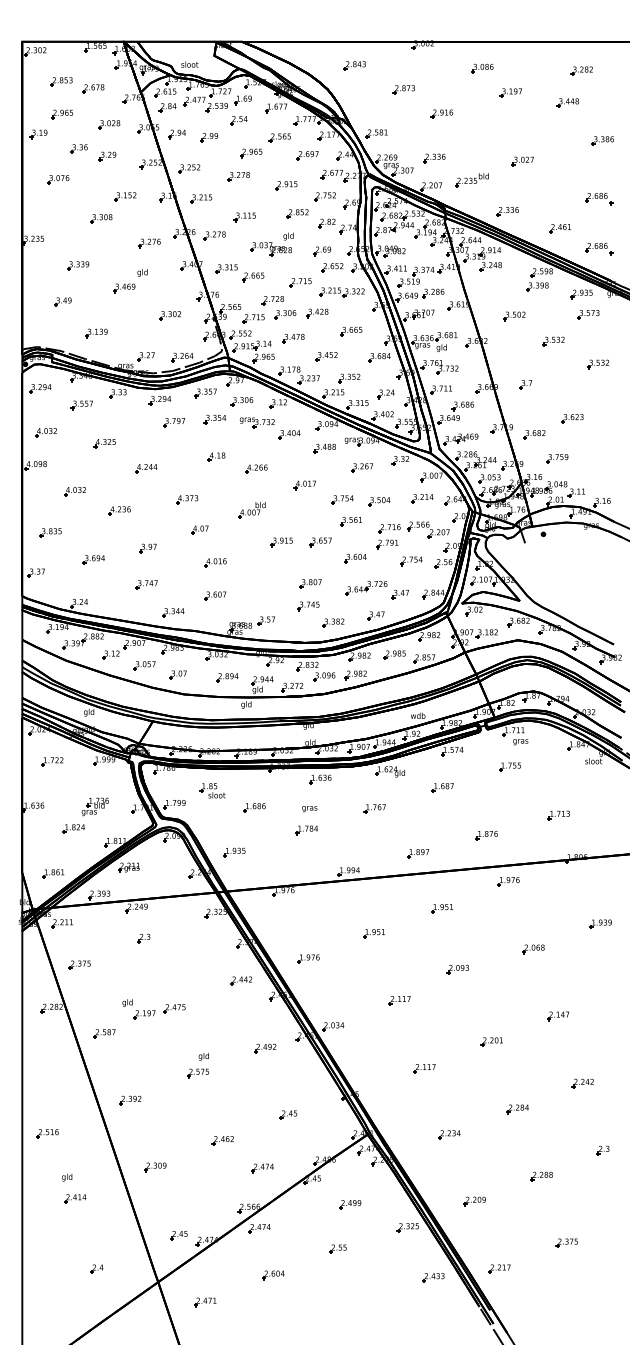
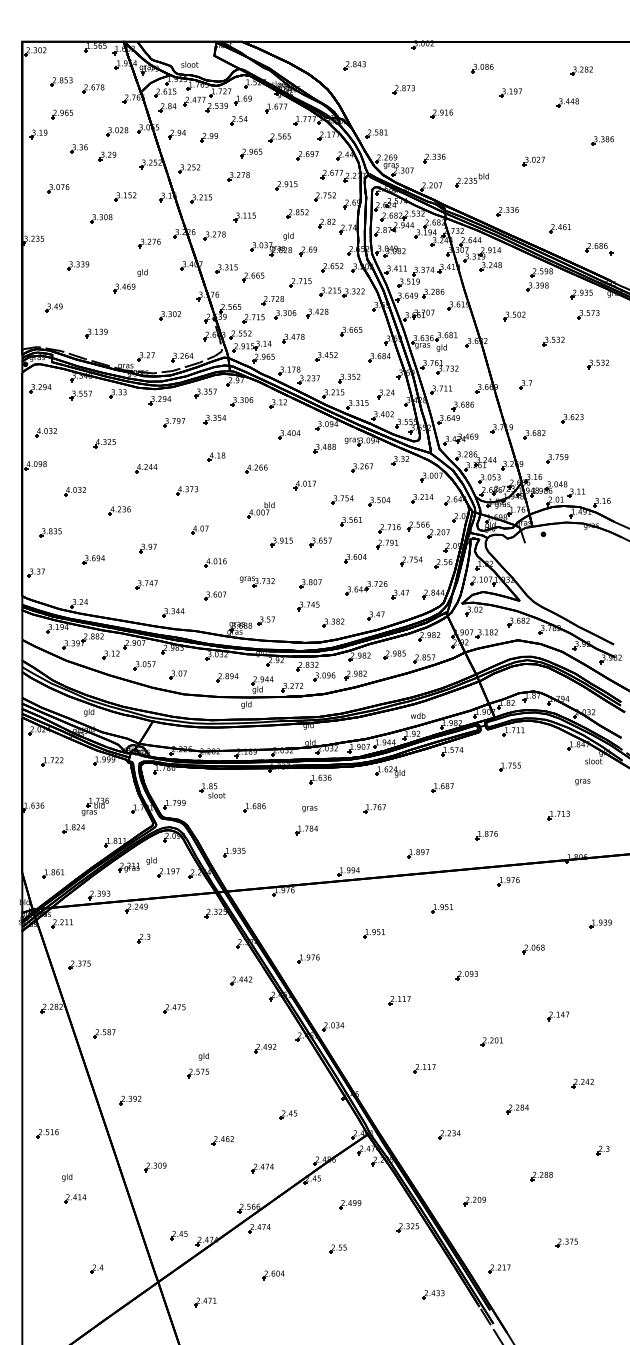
part at (109, 124) position: (109, 124) -> (117, 131)
part at (522, 161) position: (522, 161) -> (533, 161)
part at (58, 179) position: (58, 179) -> (58, 188)
part at (599, 199): present -> none
part at (322, 251) position: (322, 251) -> (308, 251)
part at (62, 301) position: (62, 301) -> (53, 307)
part at (81, 405) position: (81, 405) -> (80, 395)
part at (256, 422) position: (256, 422) -> (256, 581)
part at (187, 499) position: (187, 499) -> (187, 490)
part at (251, 510) position: (251, 510) -> (260, 510)
text at (520, 742) position: (520, 742) -> (582, 782)
part at (457, 969) position: (457, 969) -> (466, 975)
part at (138, 1009) position: (138, 1009) -> (162, 867)
part at (433, 1277) position: (433, 1277) -> (433, 1294)
